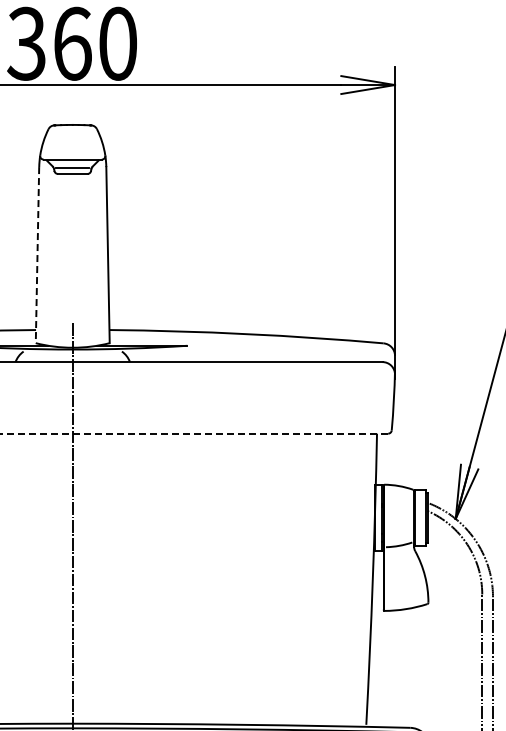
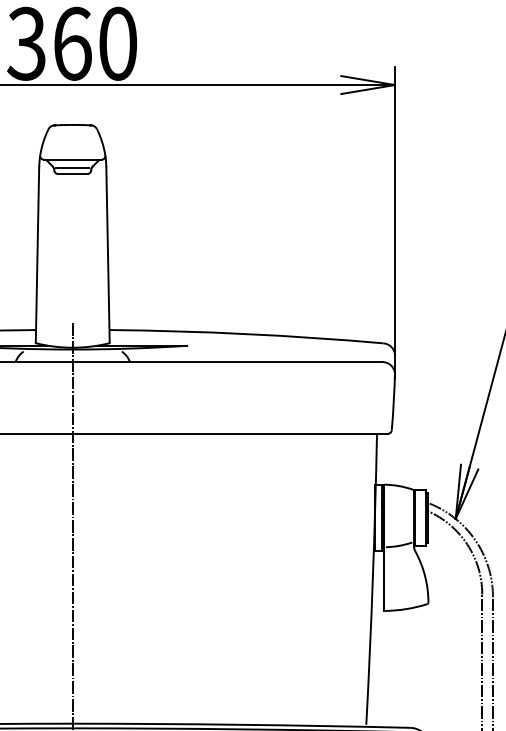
line at (37, 255): dashed -> solid
line at (194, 433): dashed -> solid
